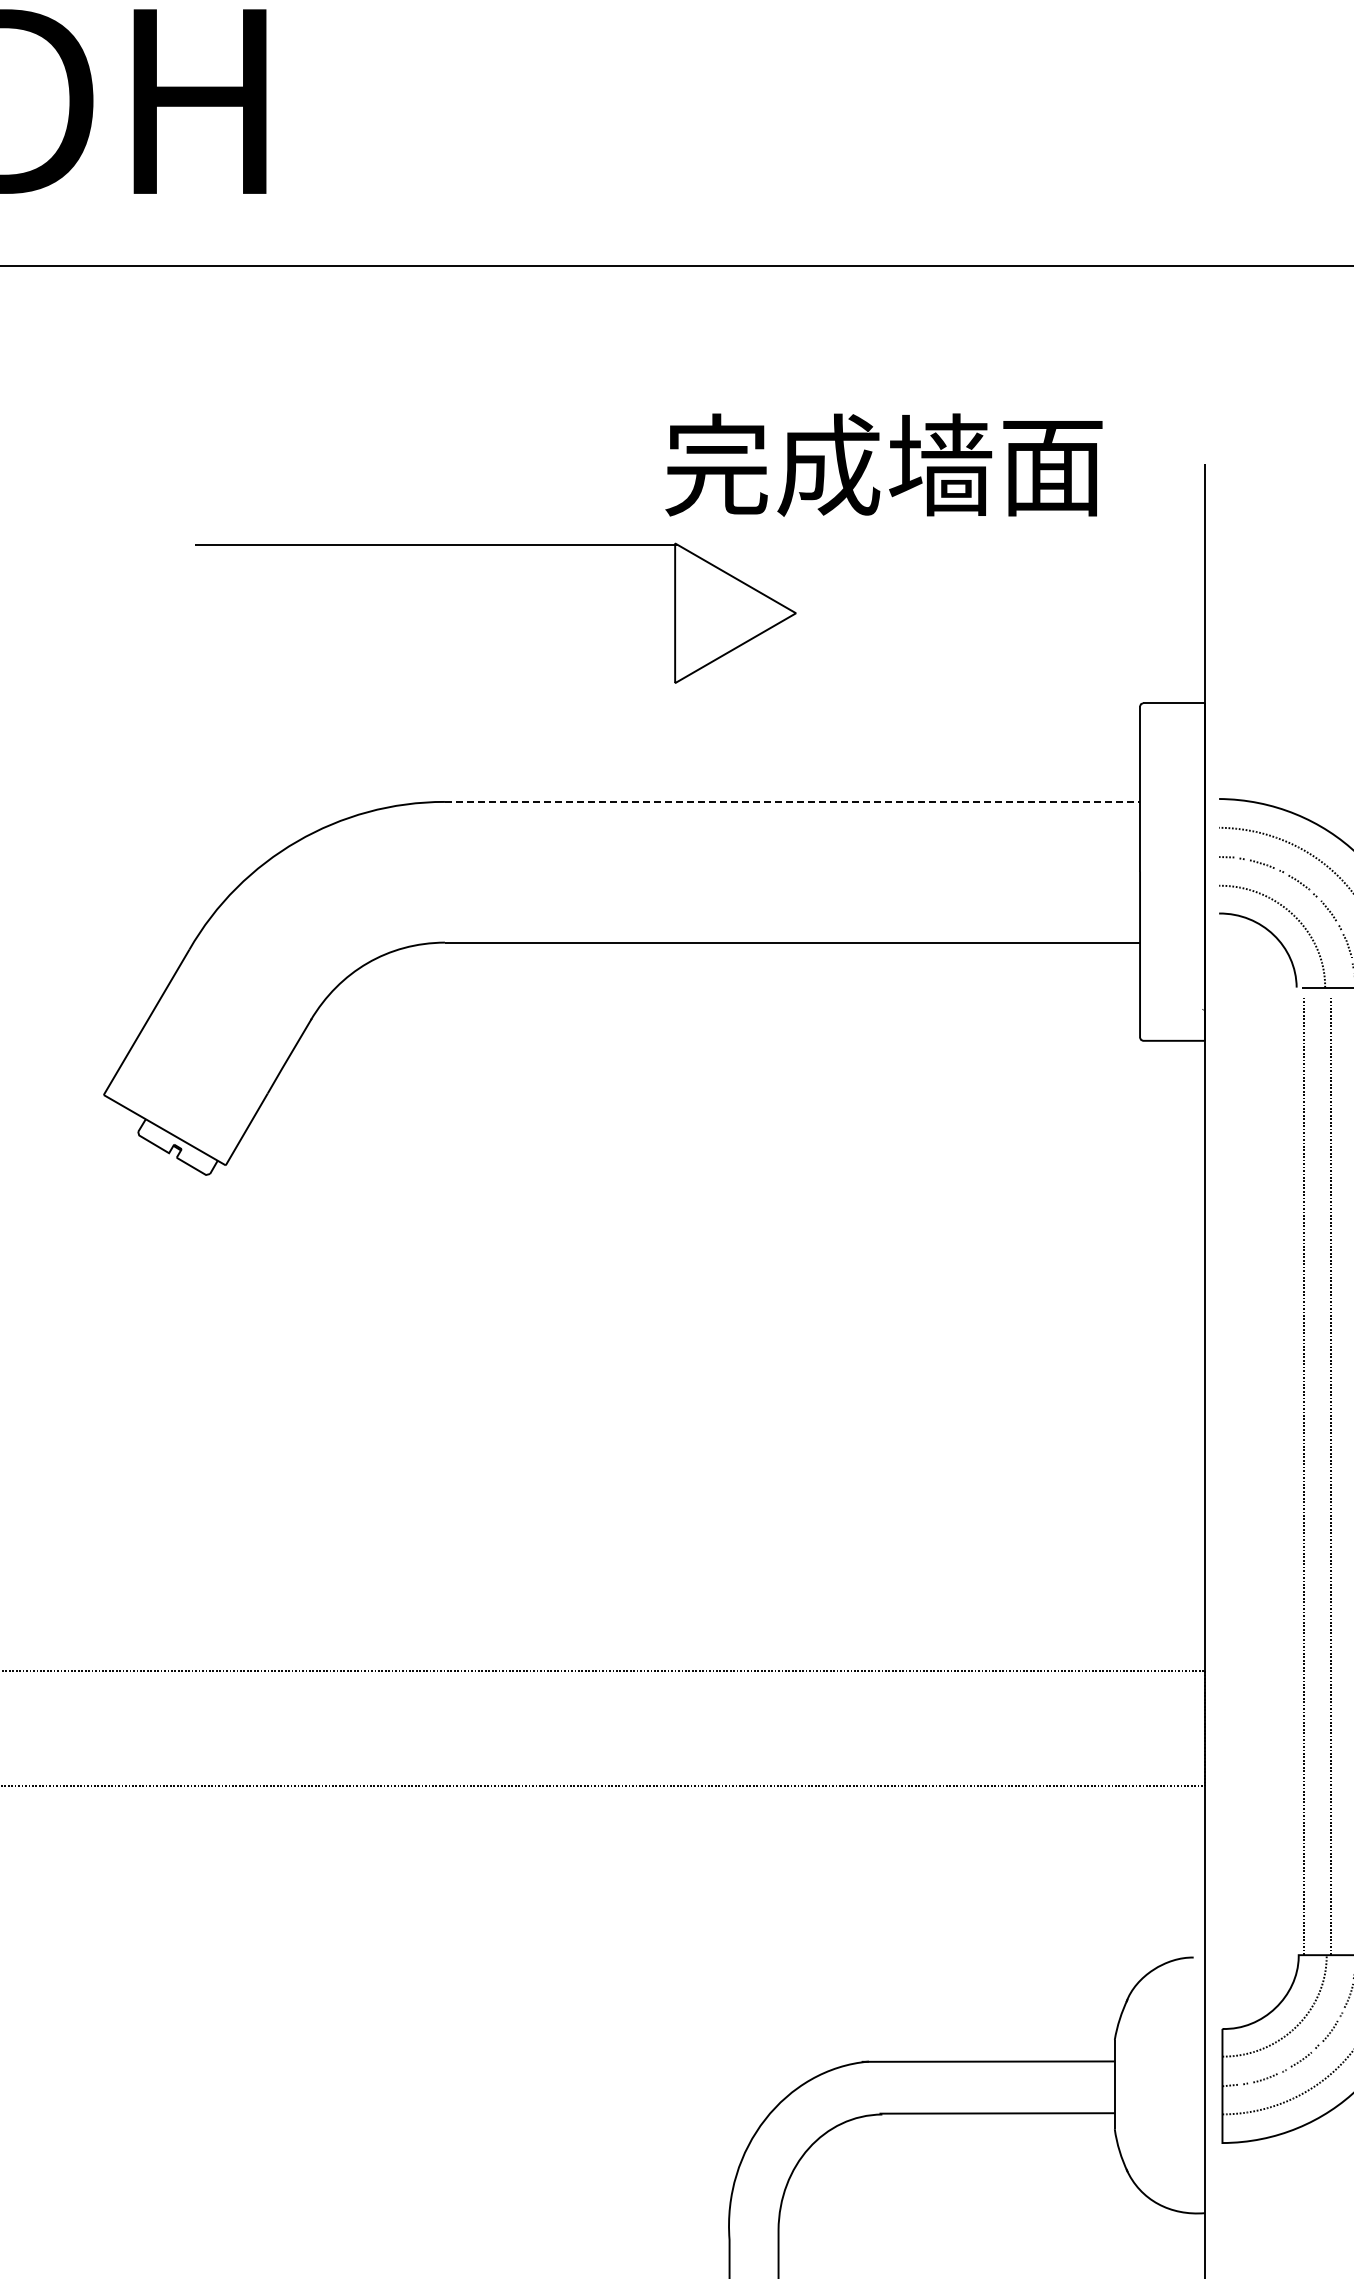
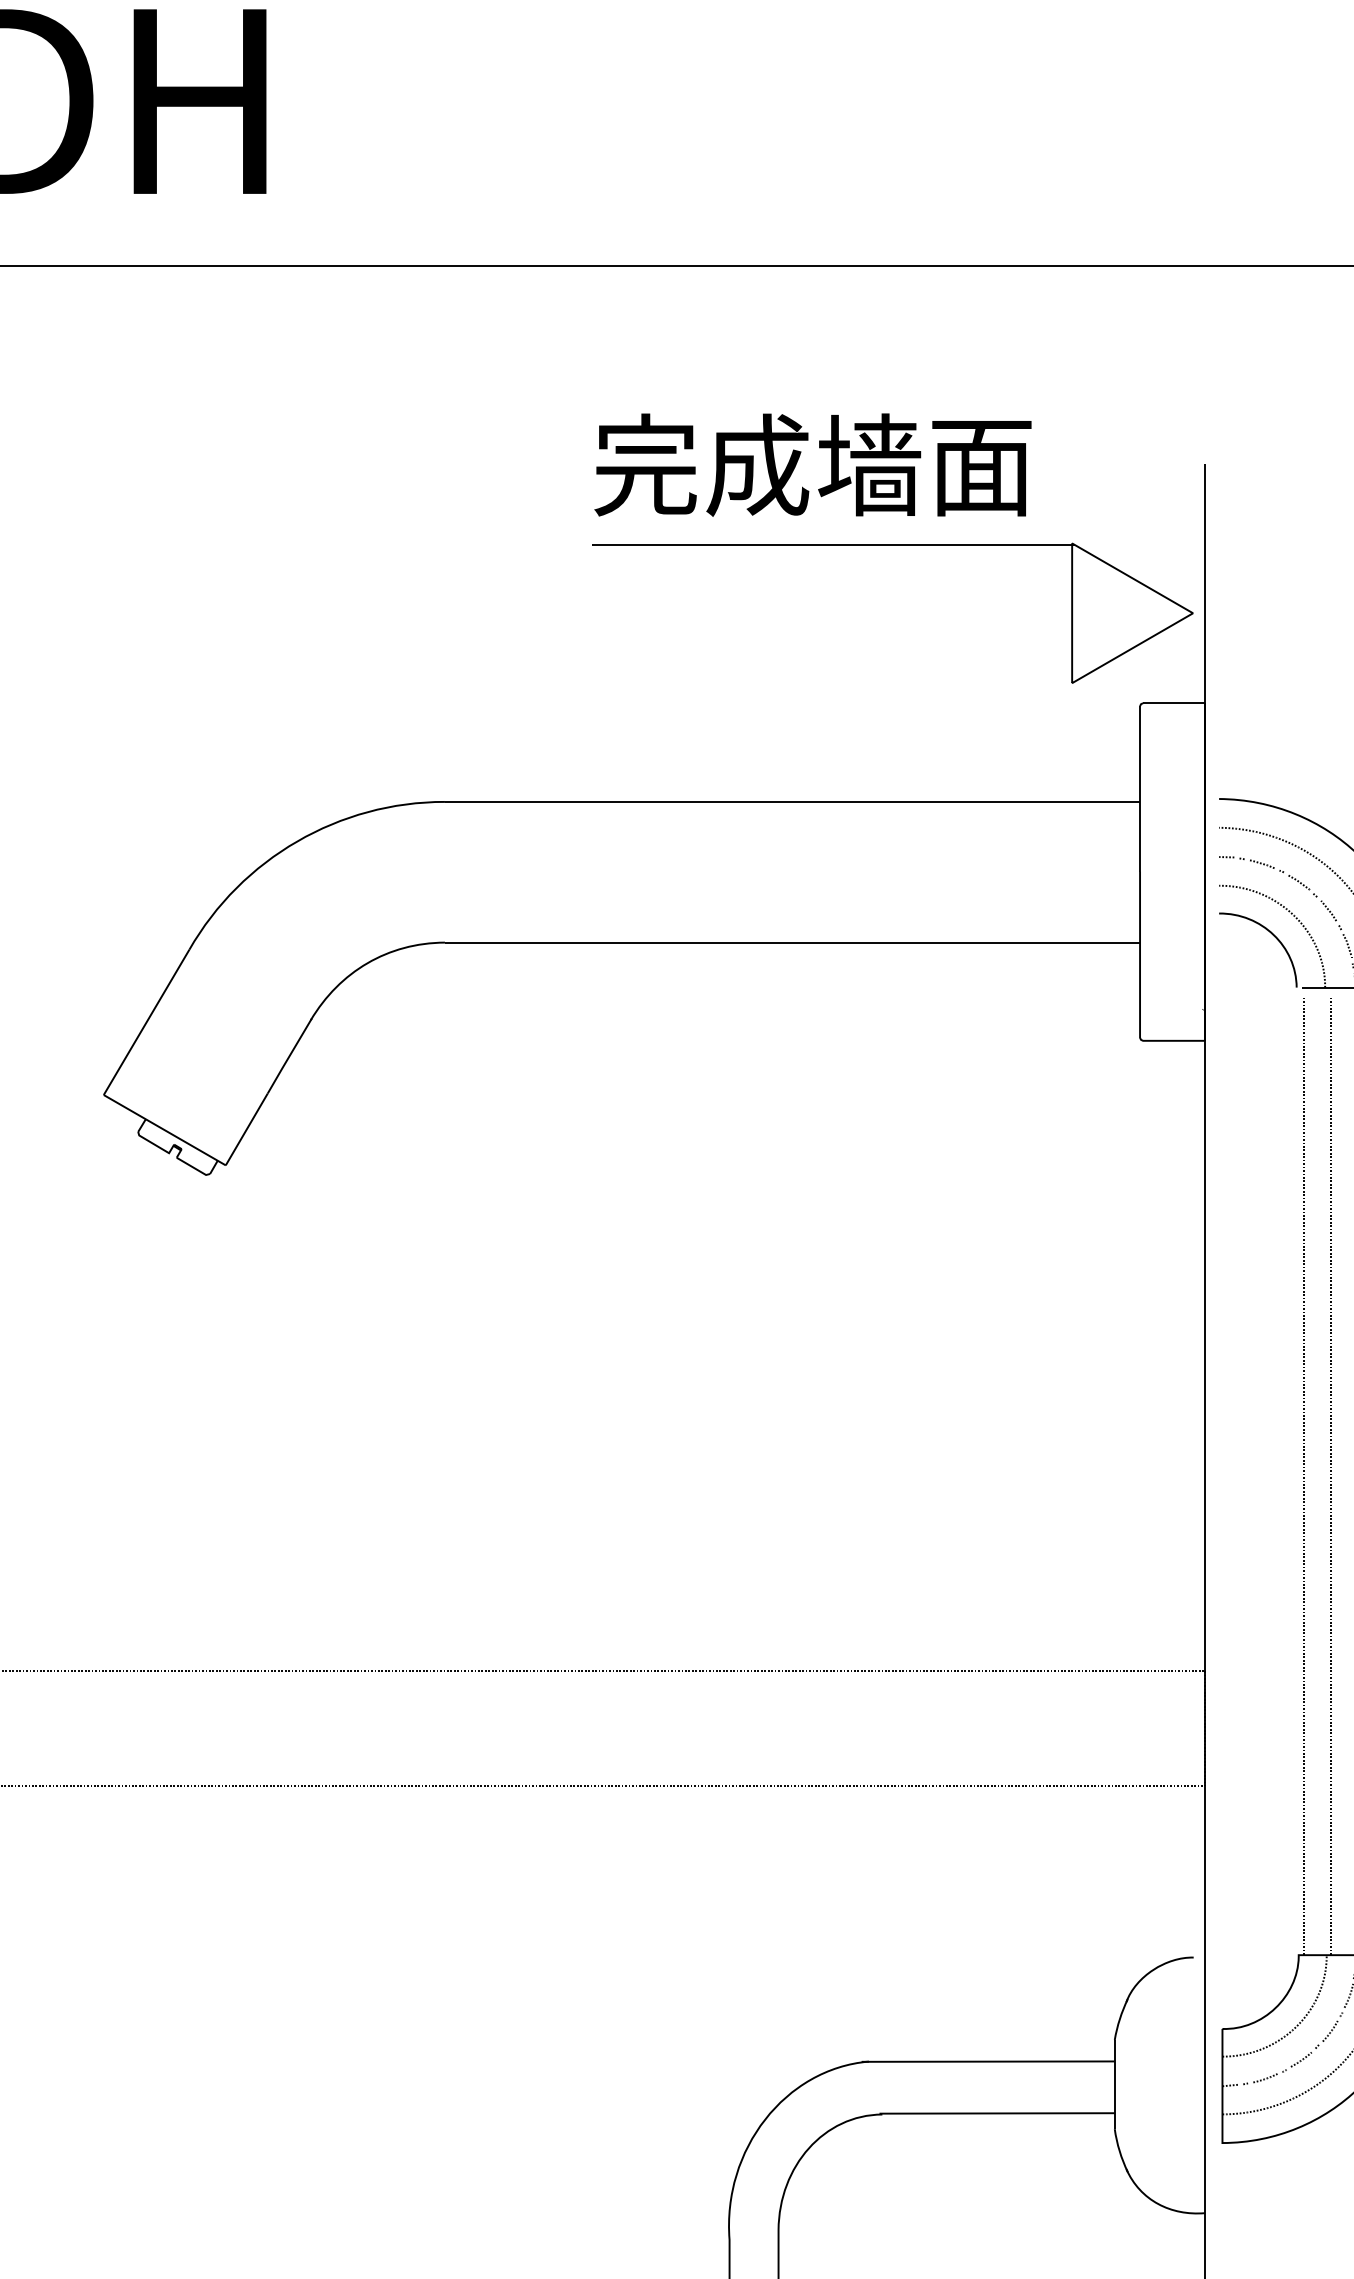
text at (883, 464) position: (883, 464) -> (812, 464)
part at (495, 545) position: (495, 545) -> (892, 545)
line at (792, 801): dashed -> solid
